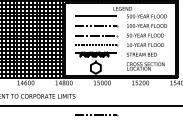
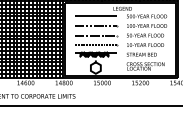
line at (96, 115): present -> none
